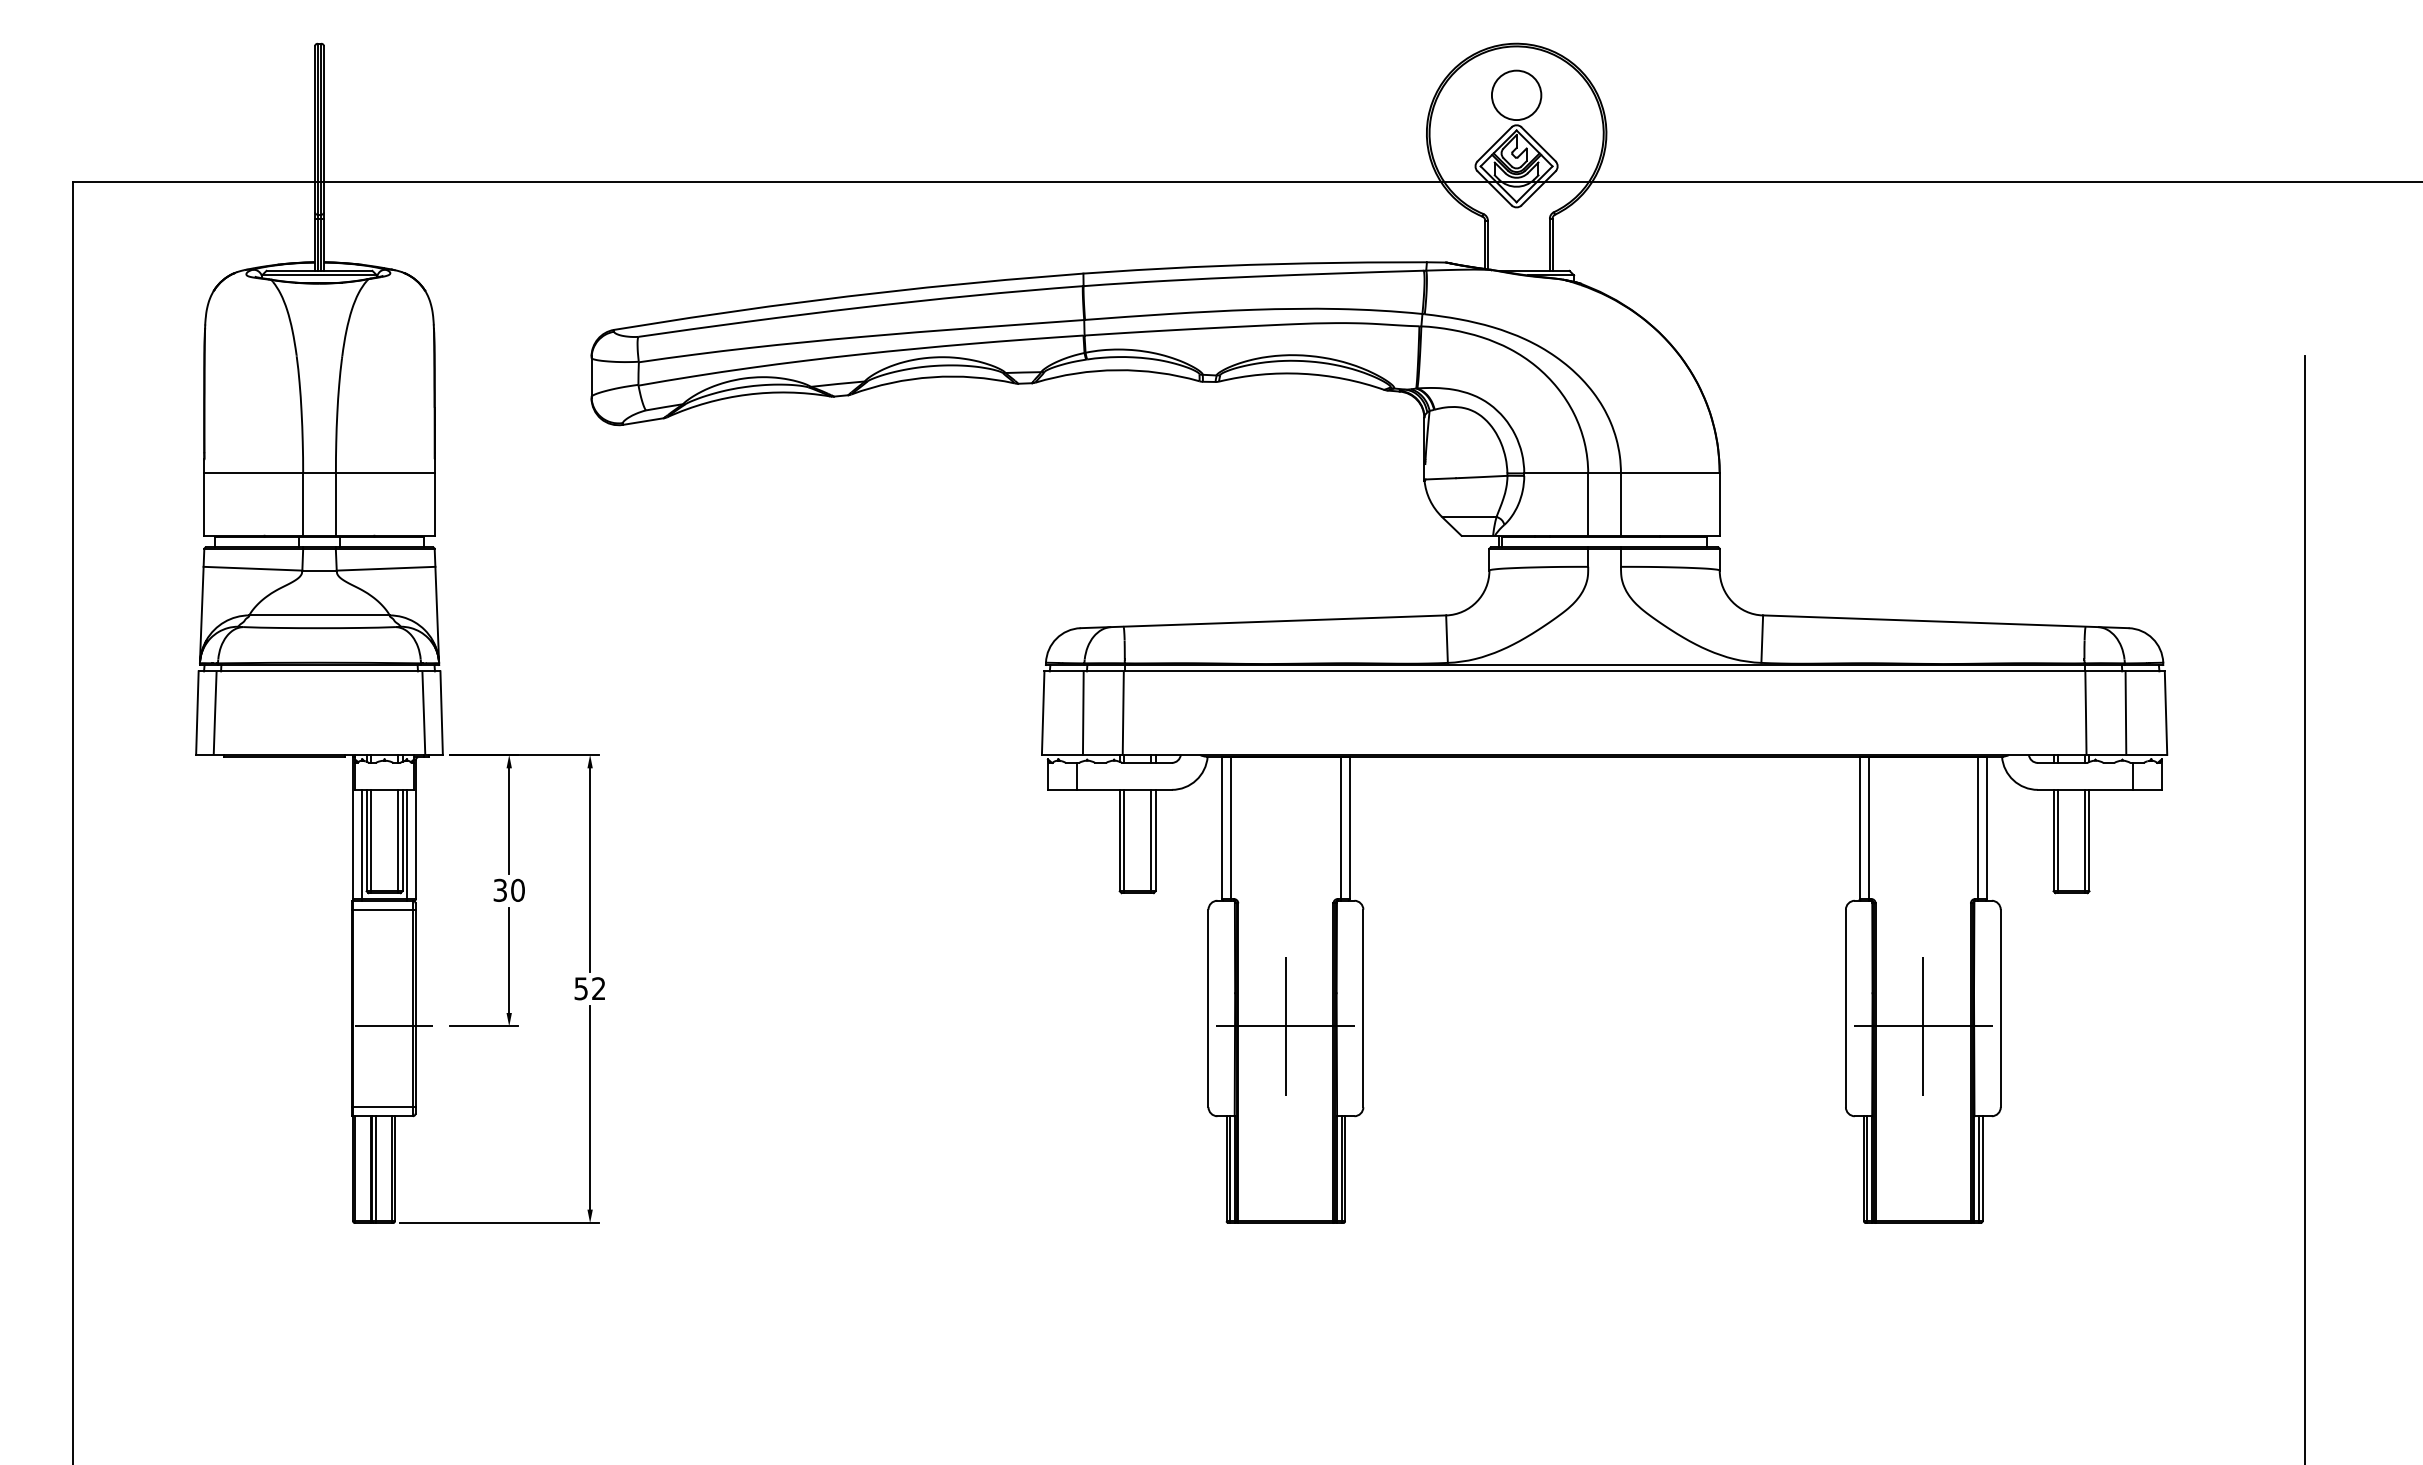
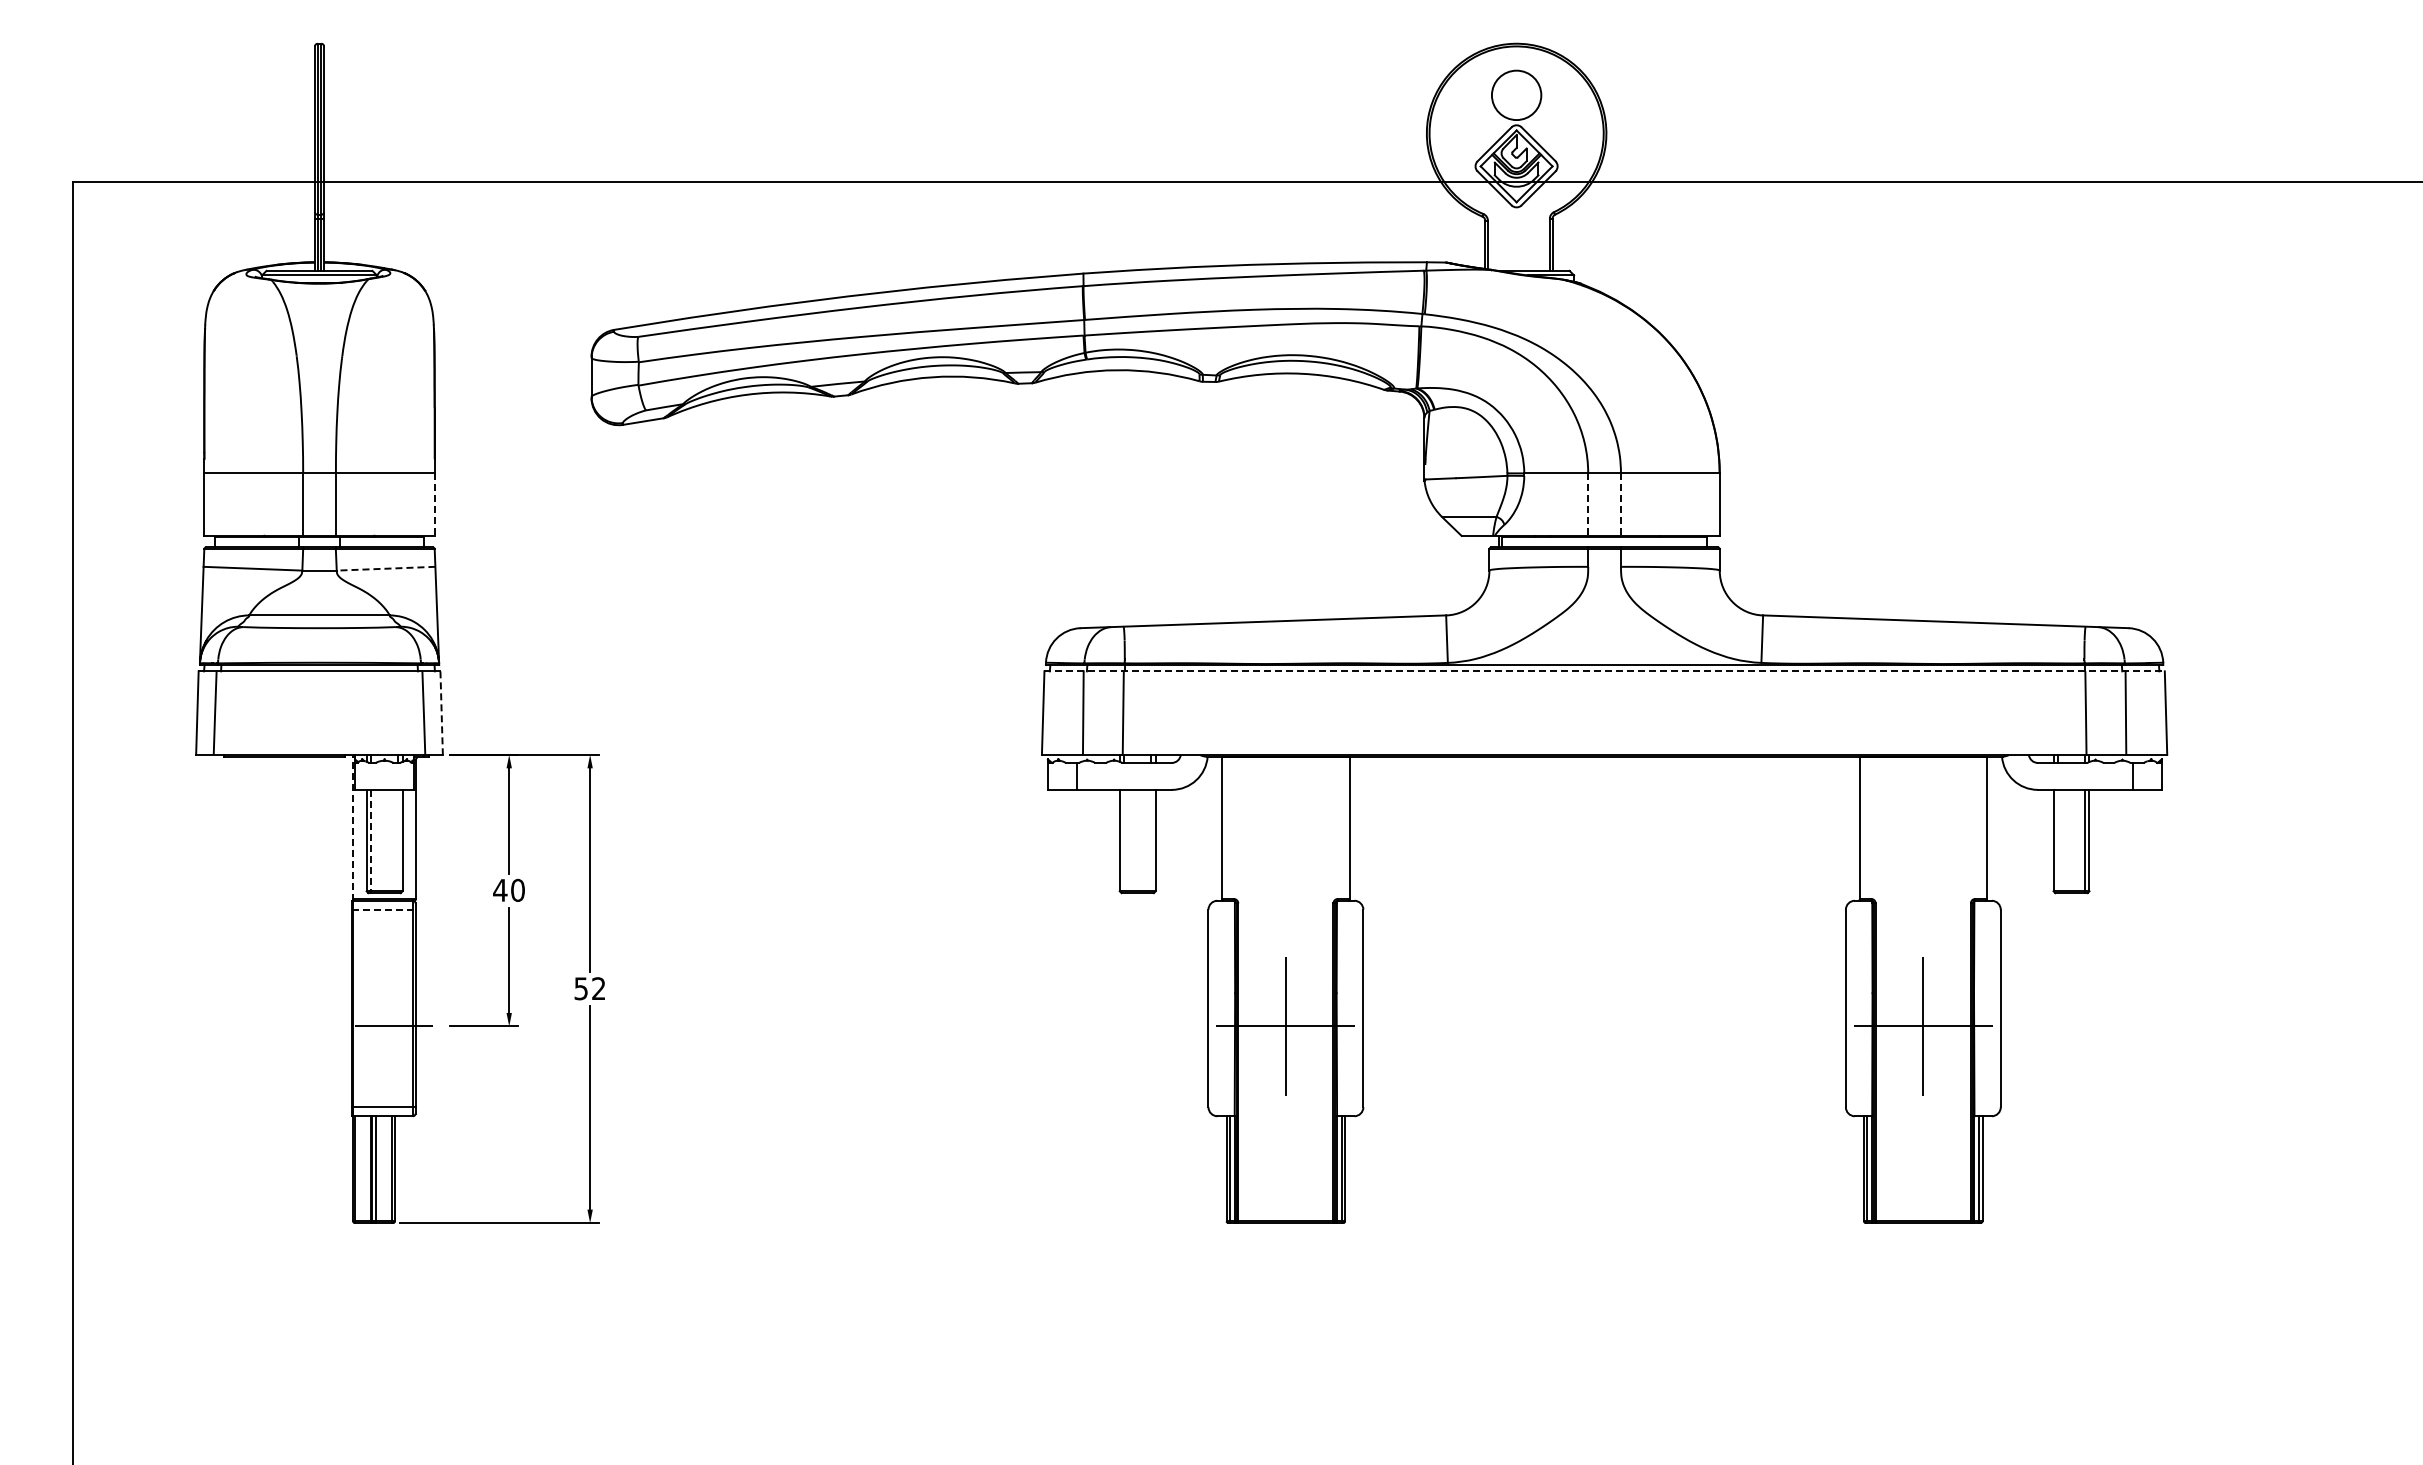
line at (434, 505): solid -> dashed
line at (1588, 505): solid -> dashed
line at (1620, 505): solid -> dashed
line at (385, 568): solid -> dashed
line at (1605, 671): solid -> dashed
line at (441, 713): solid -> dashed
line at (353, 828): solid -> dashed
line at (1231, 828): present -> none
line at (1340, 828): present -> none
line at (1868, 828): present -> none
line at (1978, 828): present -> none
line at (371, 841): solid -> dashed
line at (398, 841): present -> none
line at (1124, 841): present -> none
line at (1151, 841): present -> none
line at (2058, 841): present -> none
line at (362, 844): present -> none
line at (407, 844): present -> none
text at (500, 889): 30 -> 40
line at (2305, 908): present -> none
line at (383, 909): solid -> dashed
